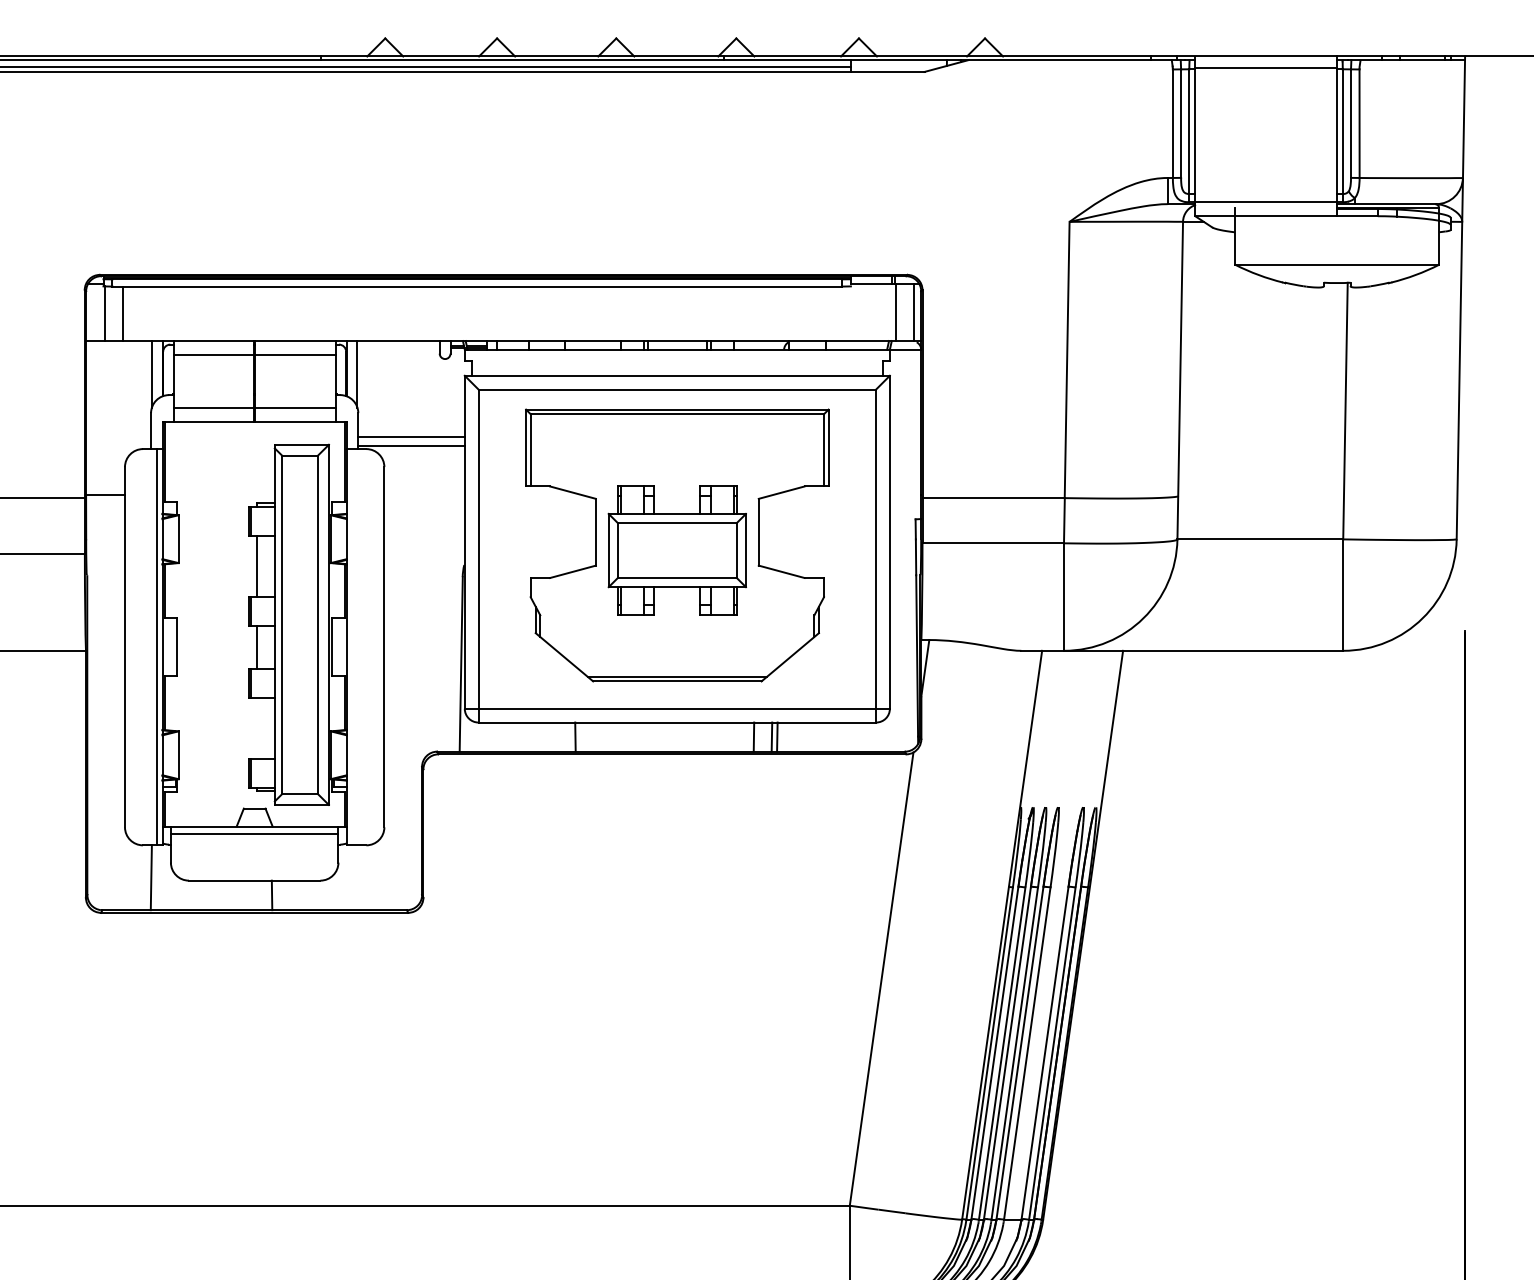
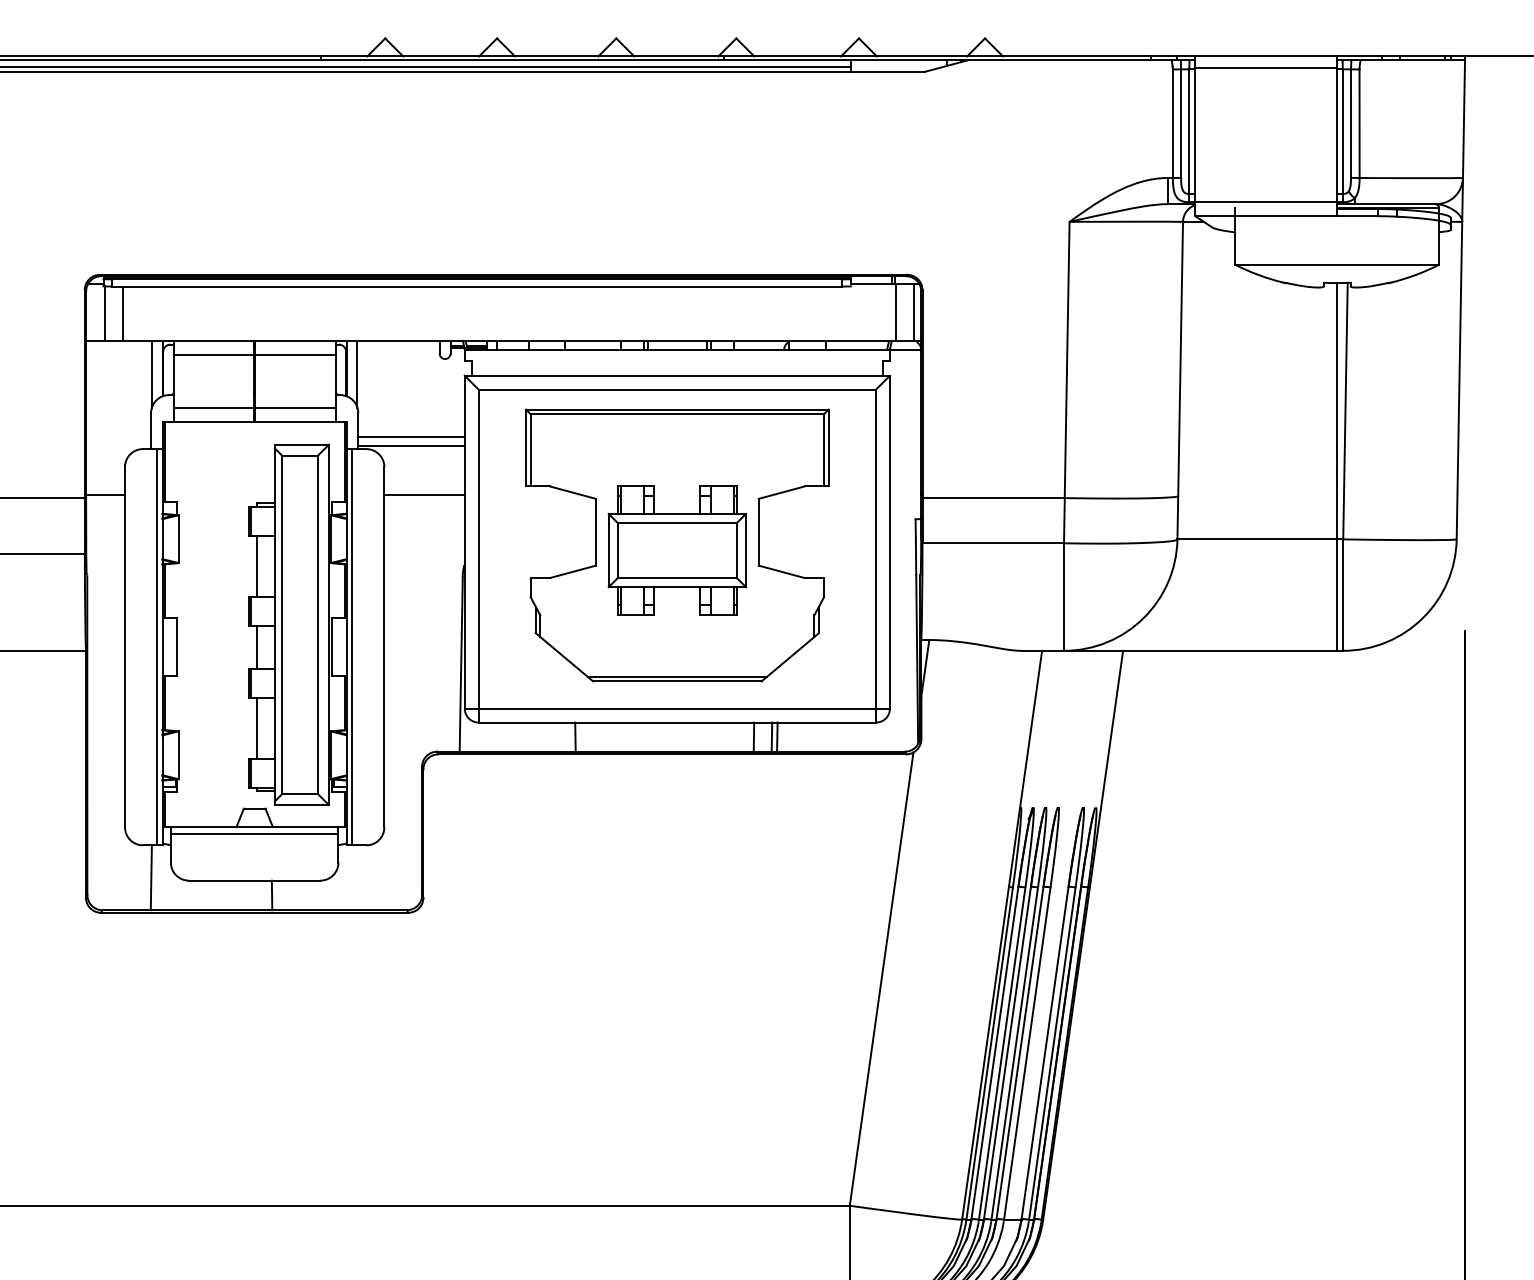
line at (1337, 466): none -> present
line at (424, 495): none -> present
line at (352, 647): none -> present
line at (256, 727): none -> present
